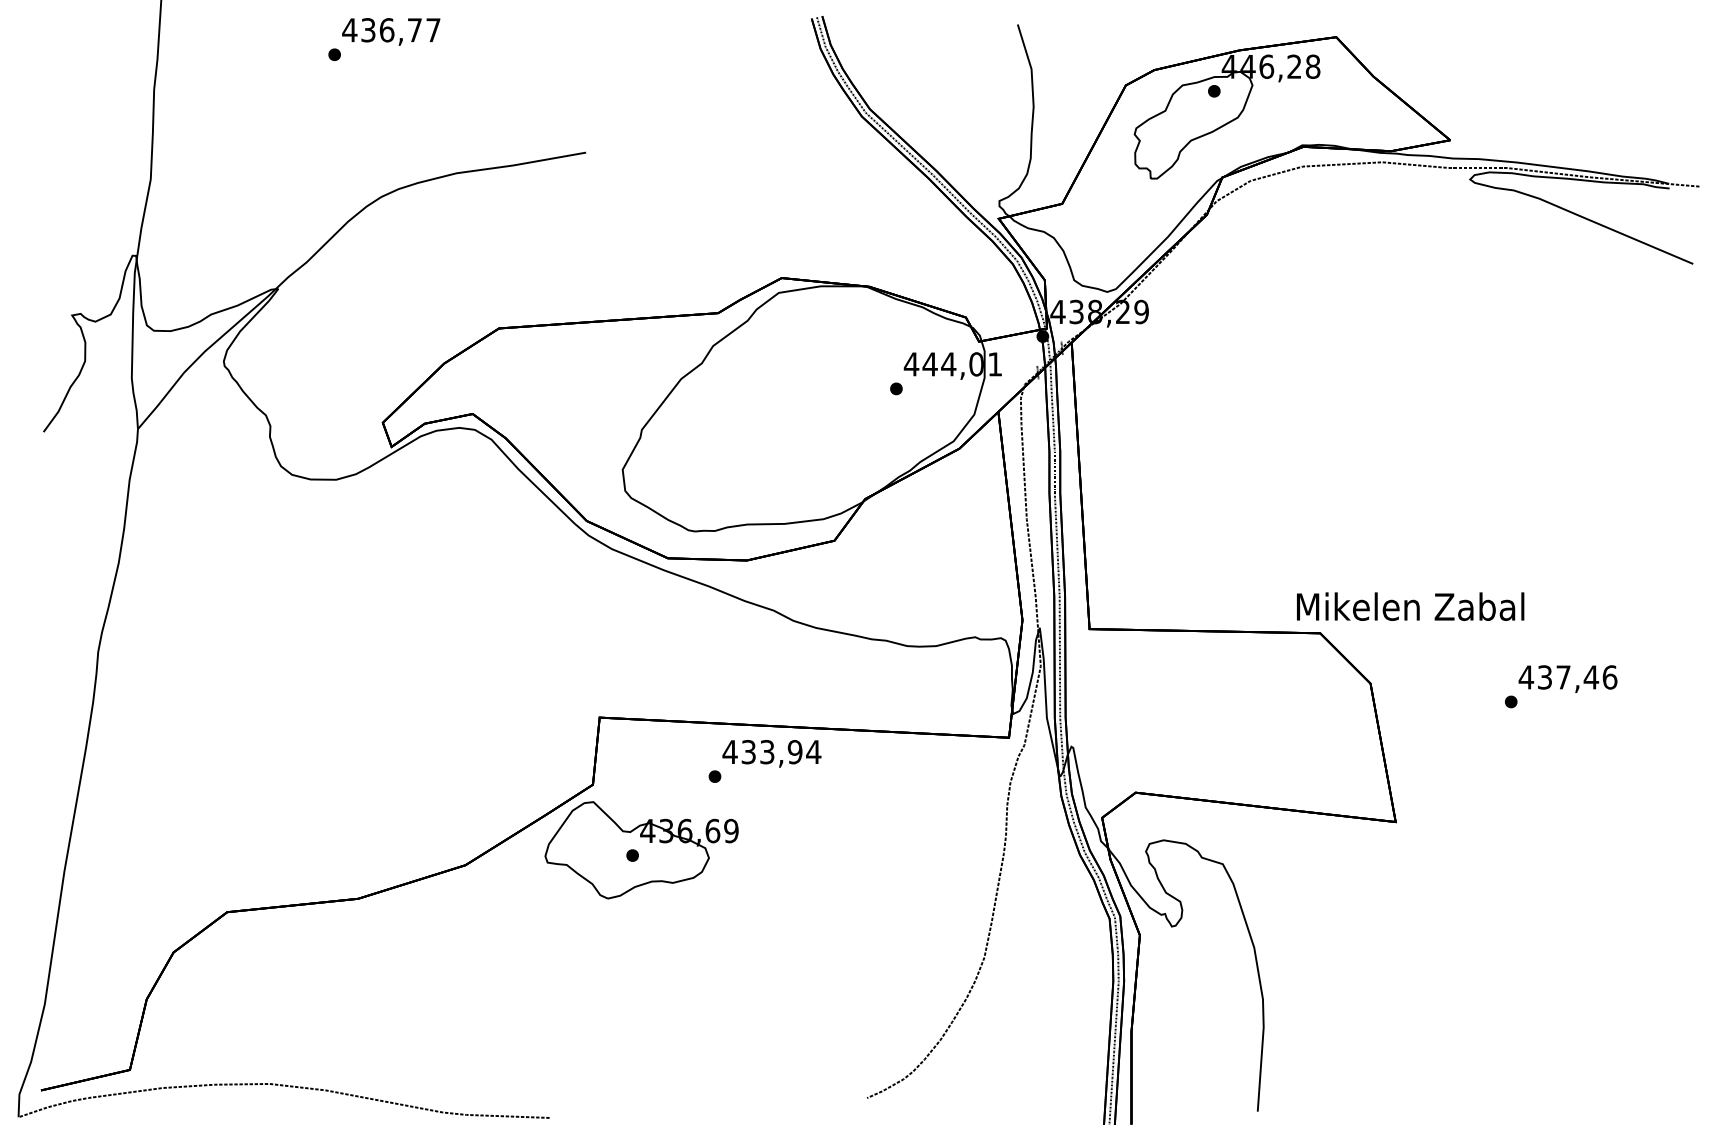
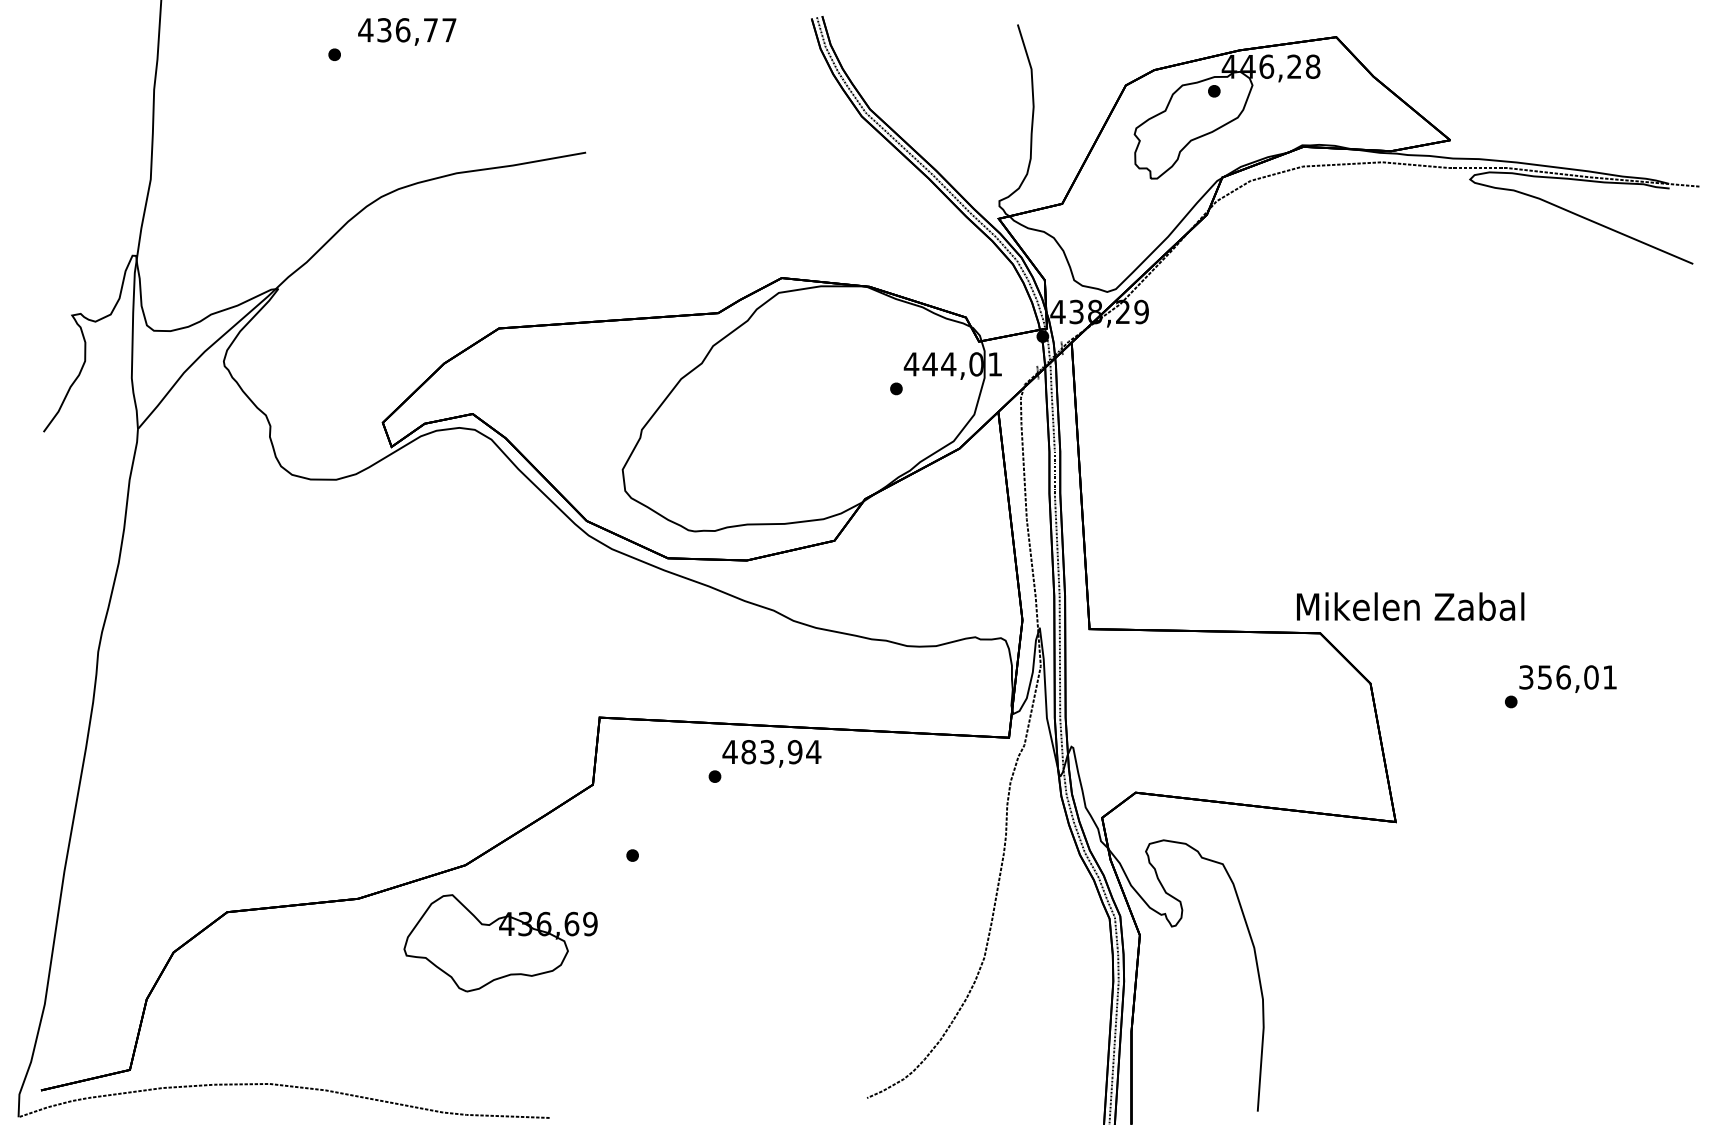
text at (391, 31) position: (391, 31) -> (407, 31)
text at (1567, 677): 437,46 -> 356,01
text at (748, 752): 433,94 -> 483,94
part at (641, 850) position: (641, 850) -> (500, 943)
